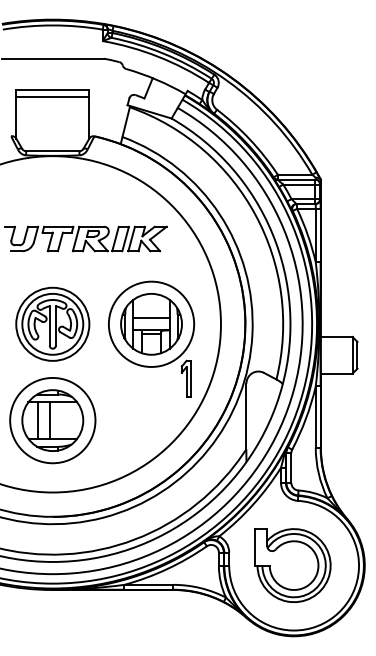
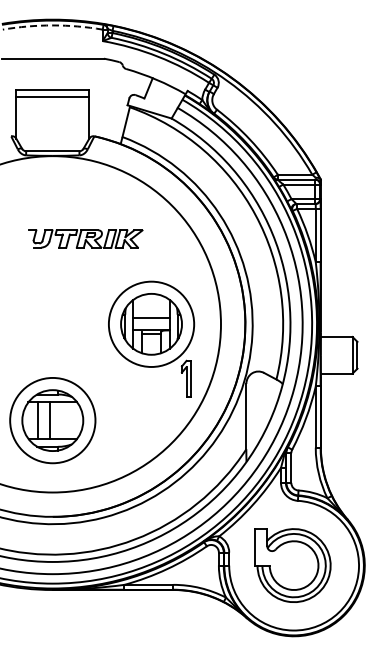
arc at (52, 25): solid -> dashed
part at (85, 238) size: 164x28 px -> 116x20 px
part at (52, 323): present -> none
